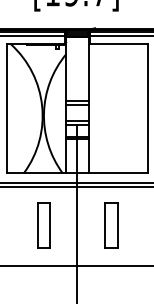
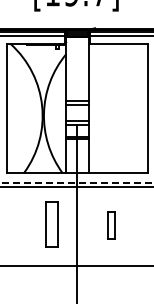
line at (76, 182): solid -> dashed
part at (43, 225) position: (43, 225) -> (51, 224)
part at (111, 225) size: 15x47 px -> 9x29 px
